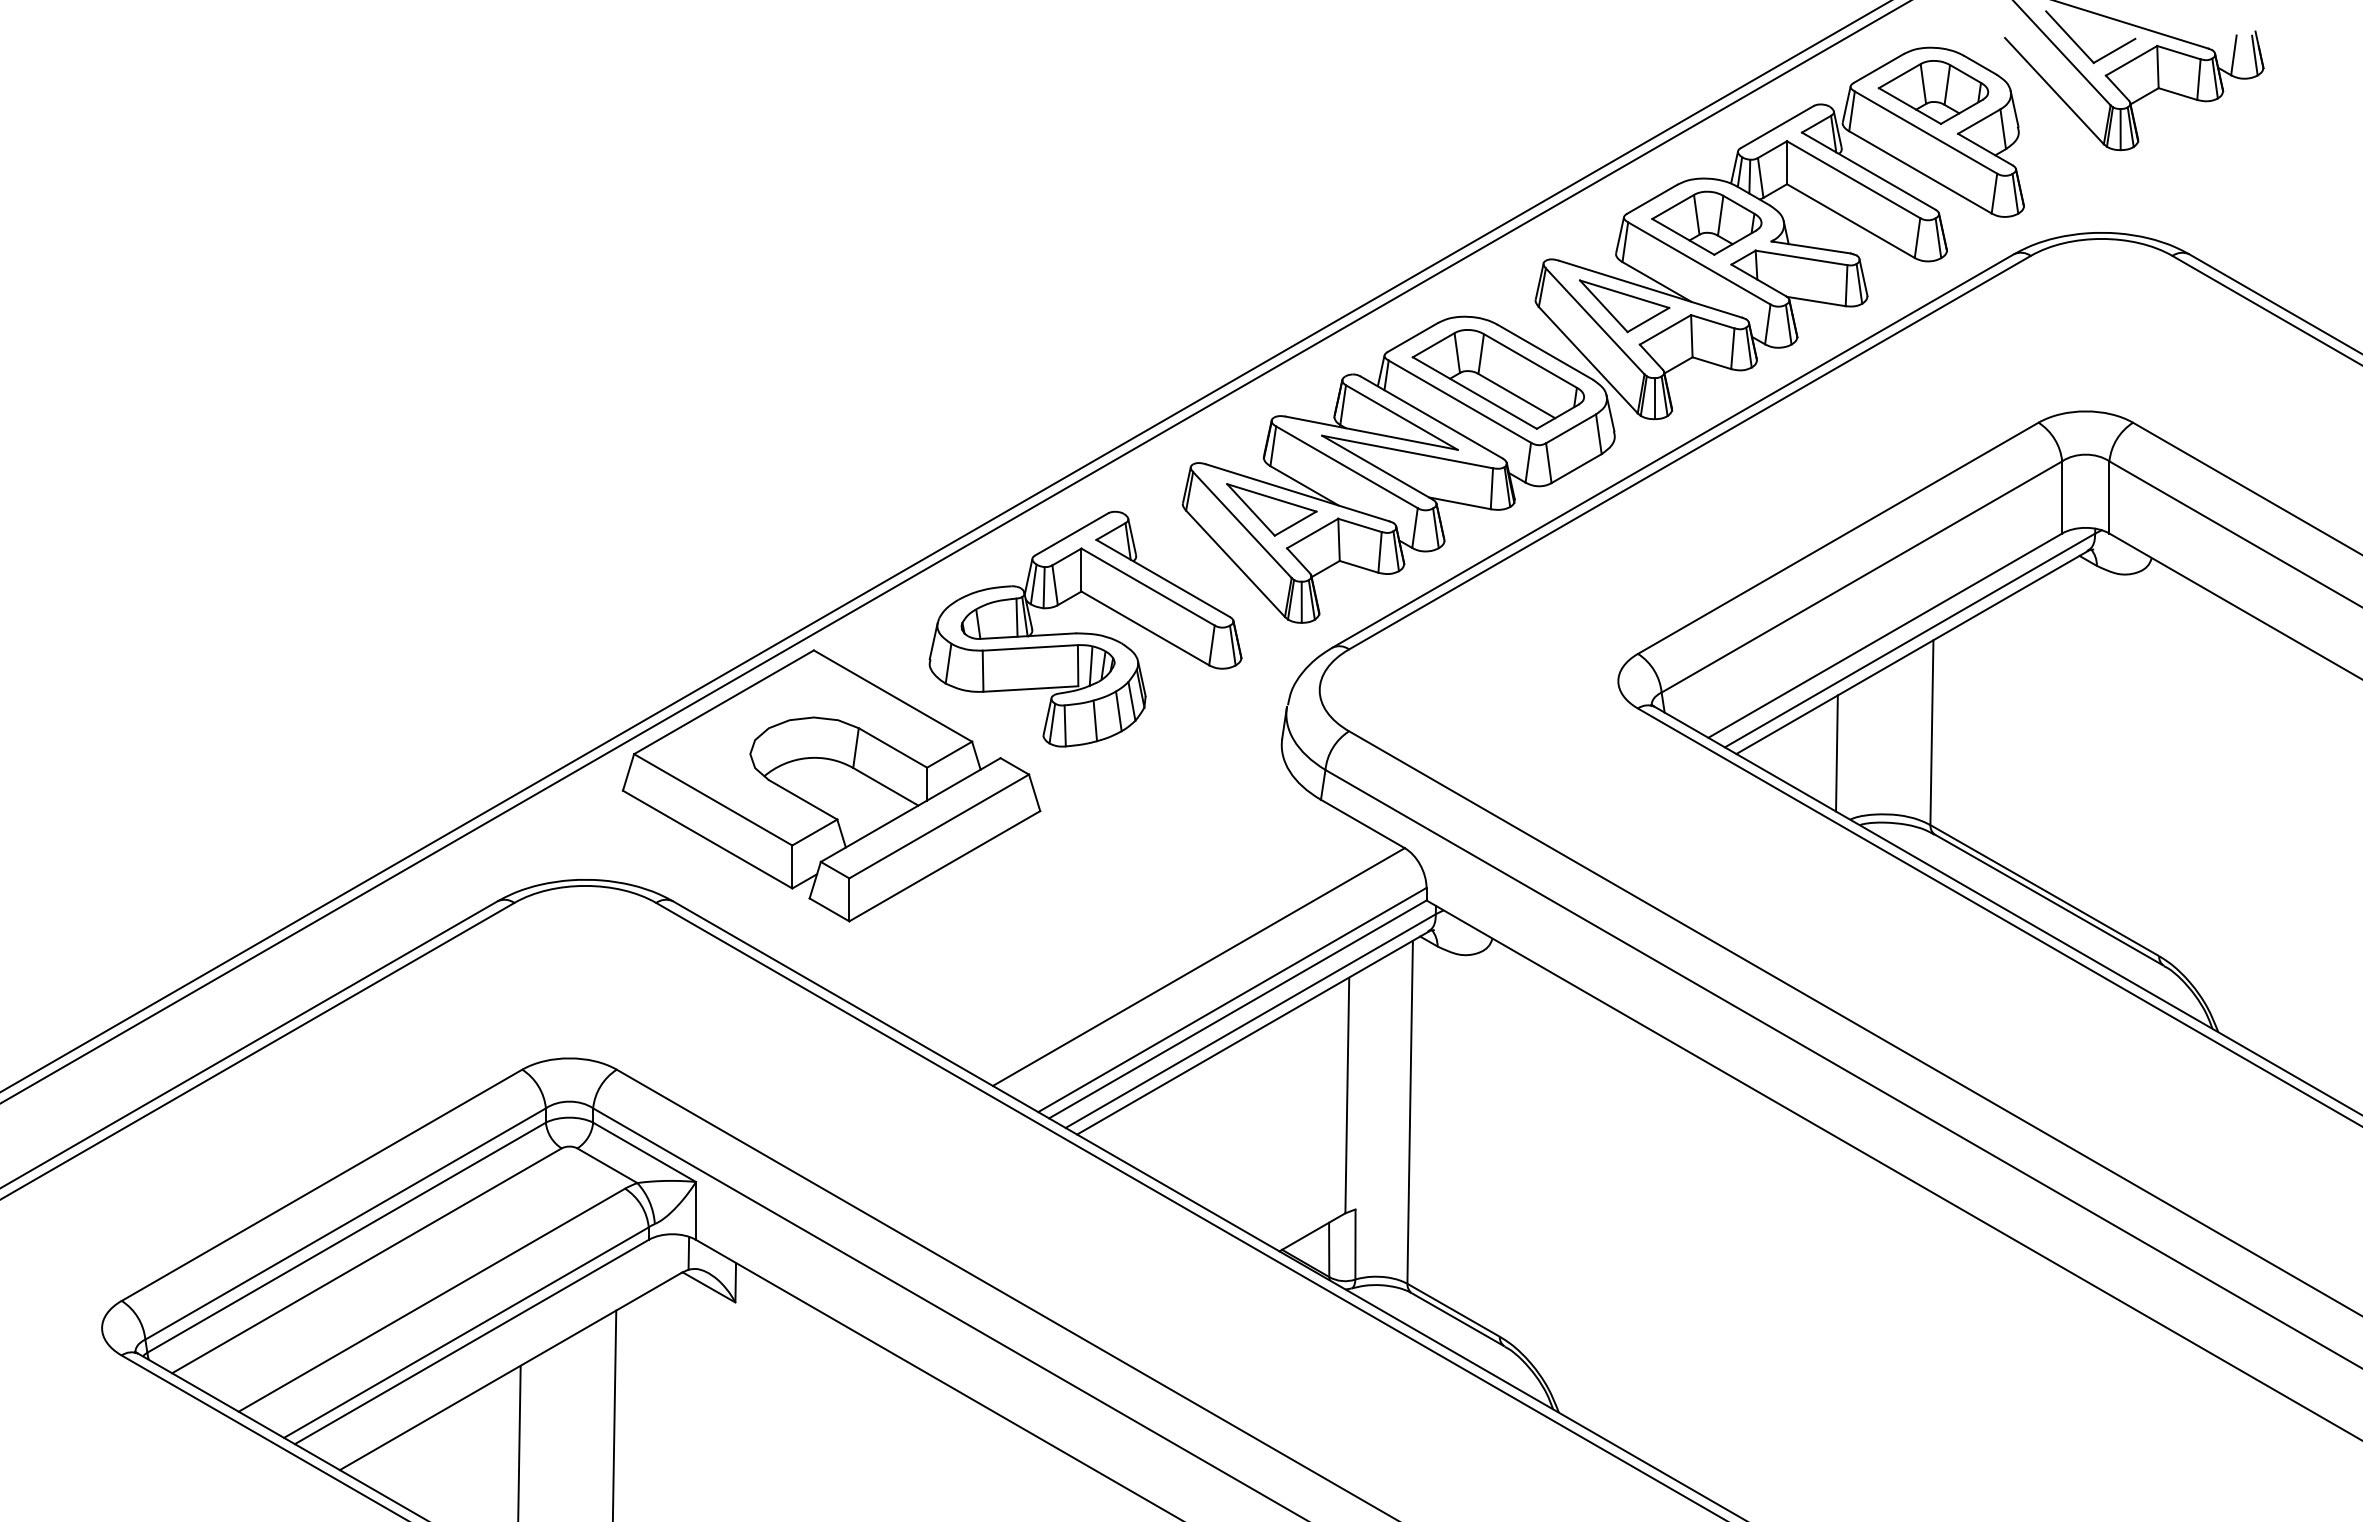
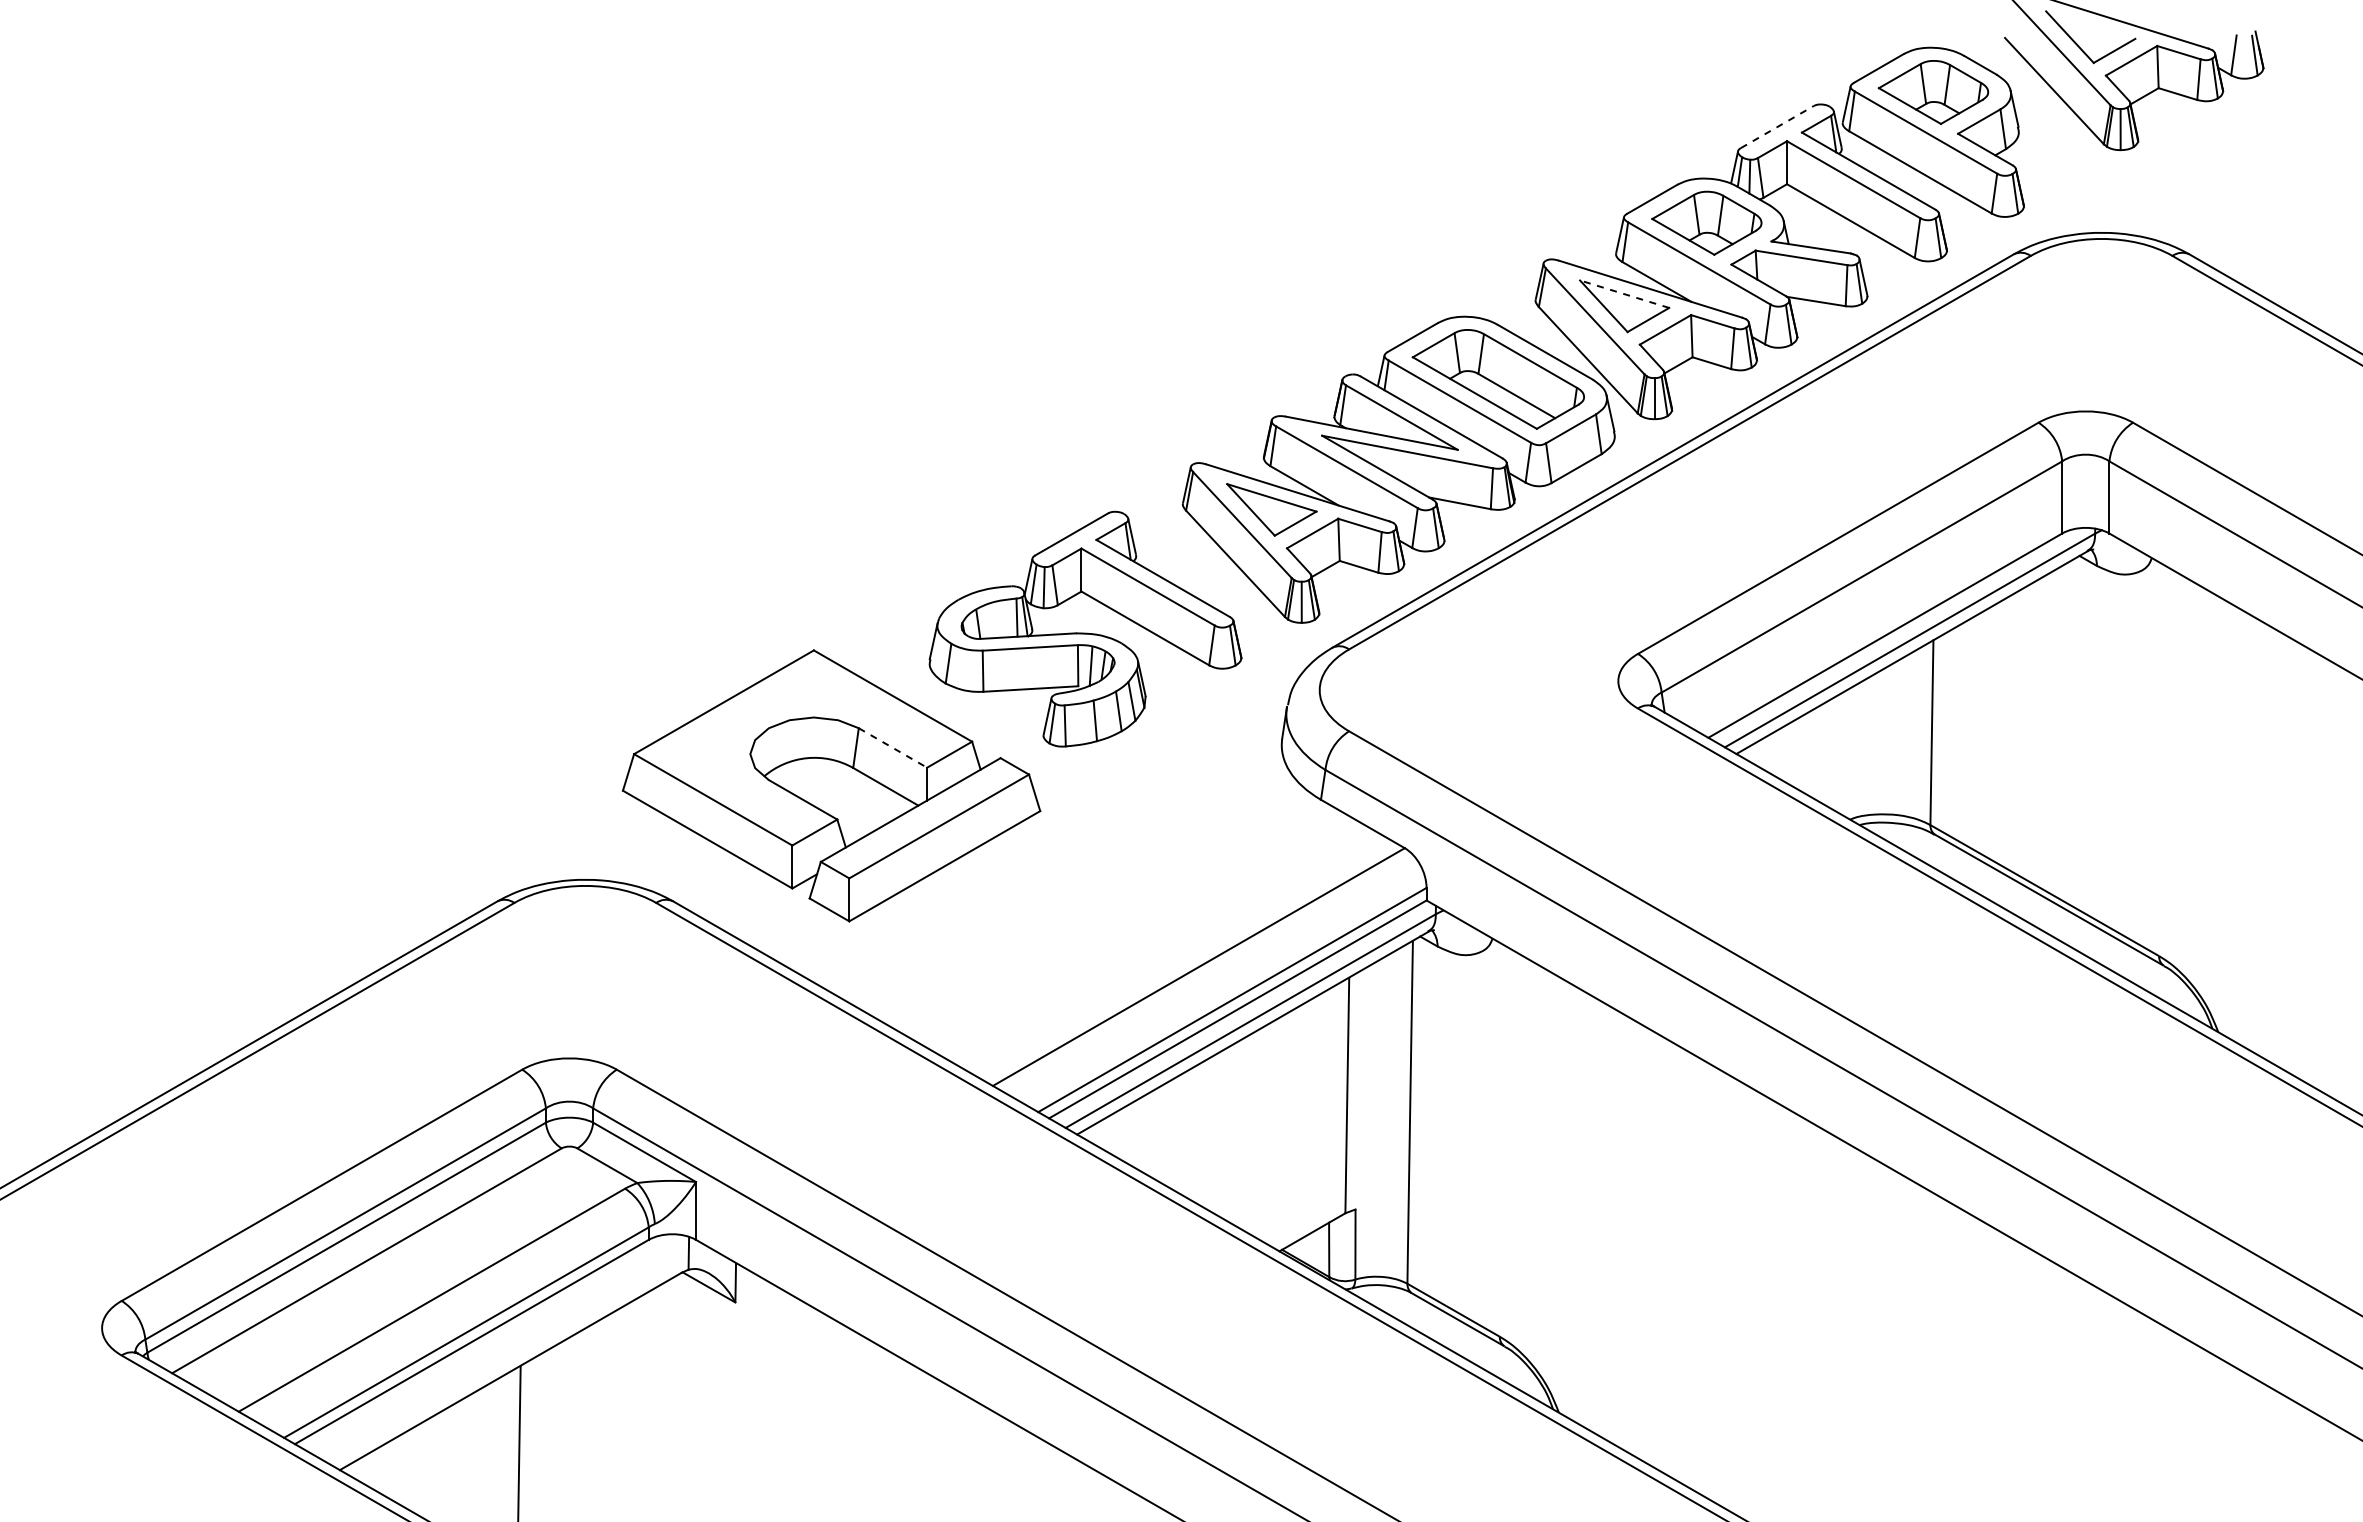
line at (1777, 126): solid -> dashed
line at (1624, 294): solid -> dashed
line at (945, 546): present -> none
line at (955, 552): present -> none
line at (893, 748): solid -> dashed
line at (1836, 753): present -> none
line at (614, 1414): present -> none
